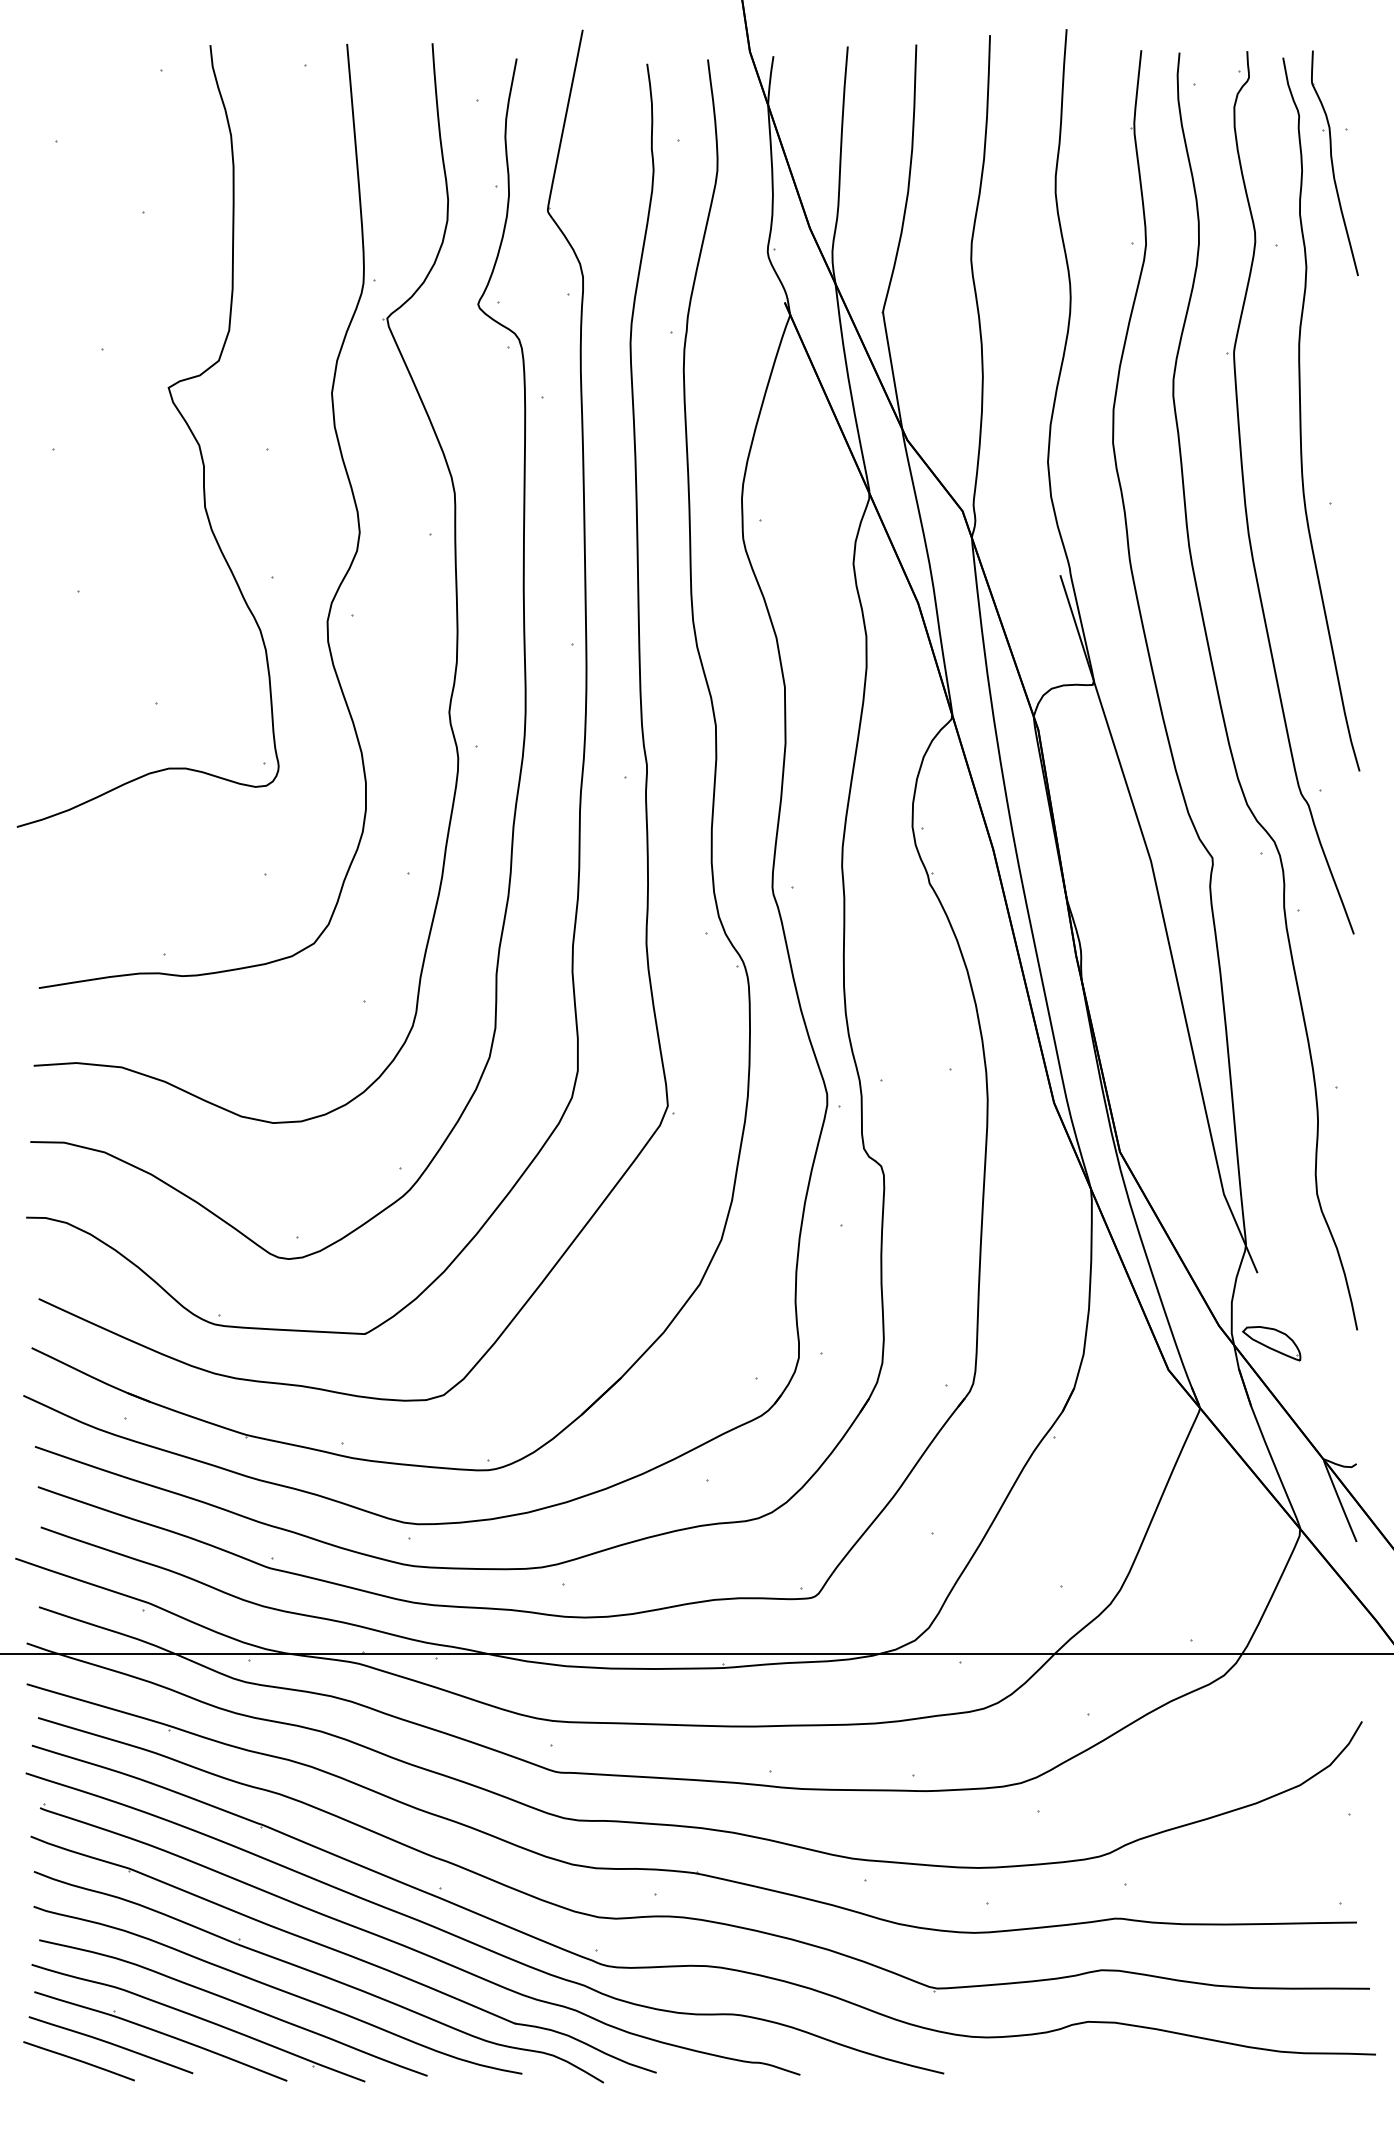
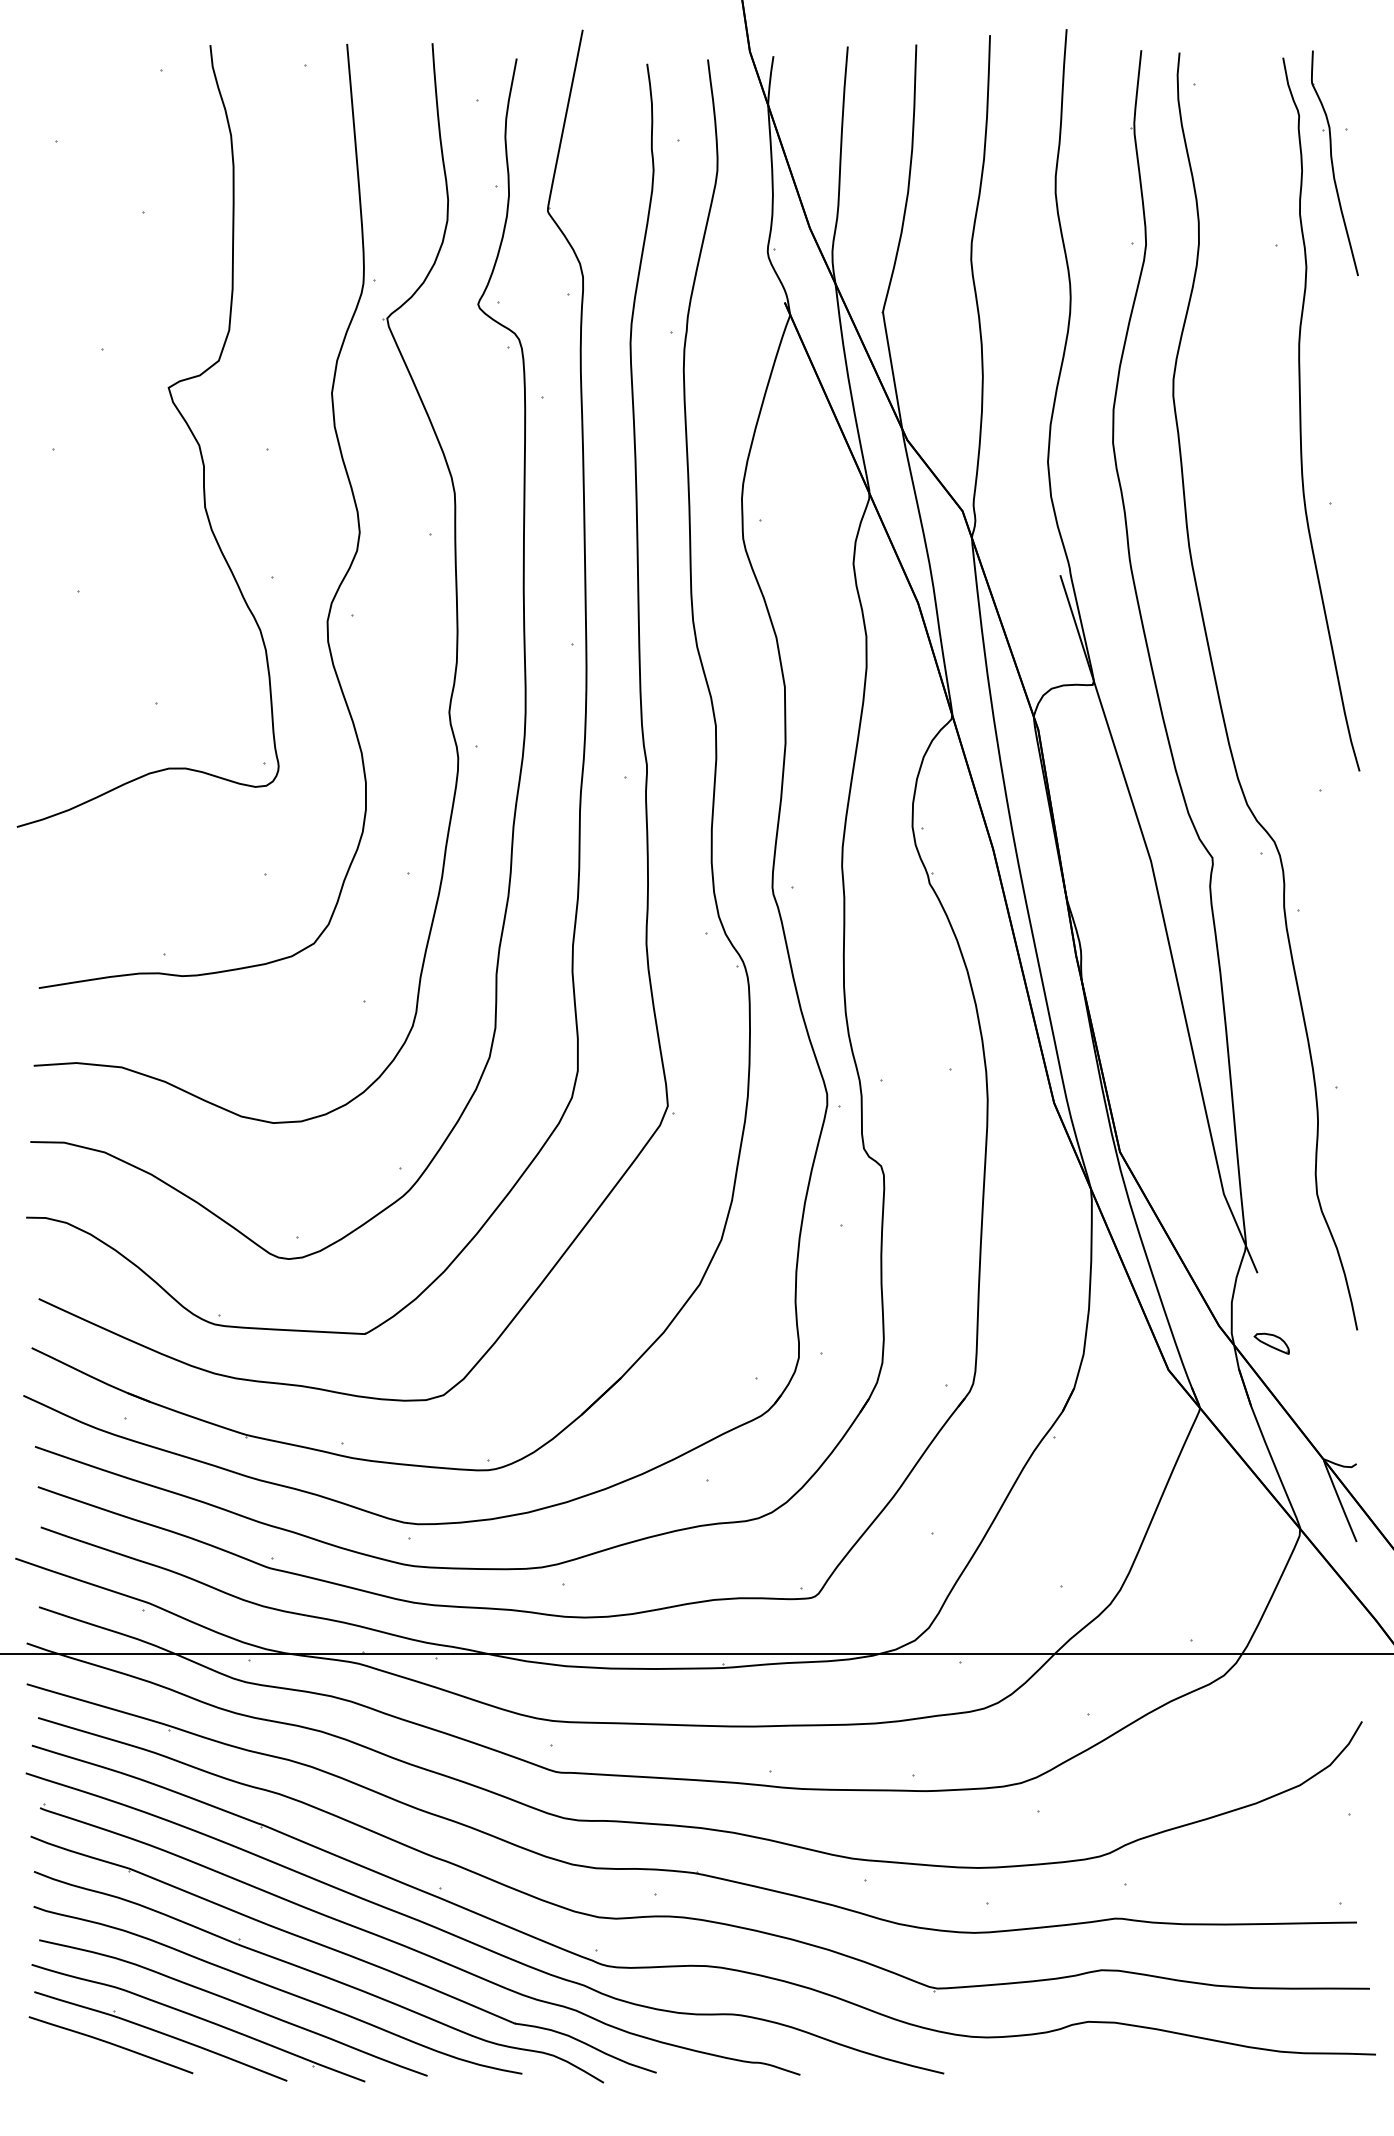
part at (1245, 492): present -> none
part at (1271, 1343) size: 60x36 px -> 37x23 px
line at (78, 2061): present -> none
